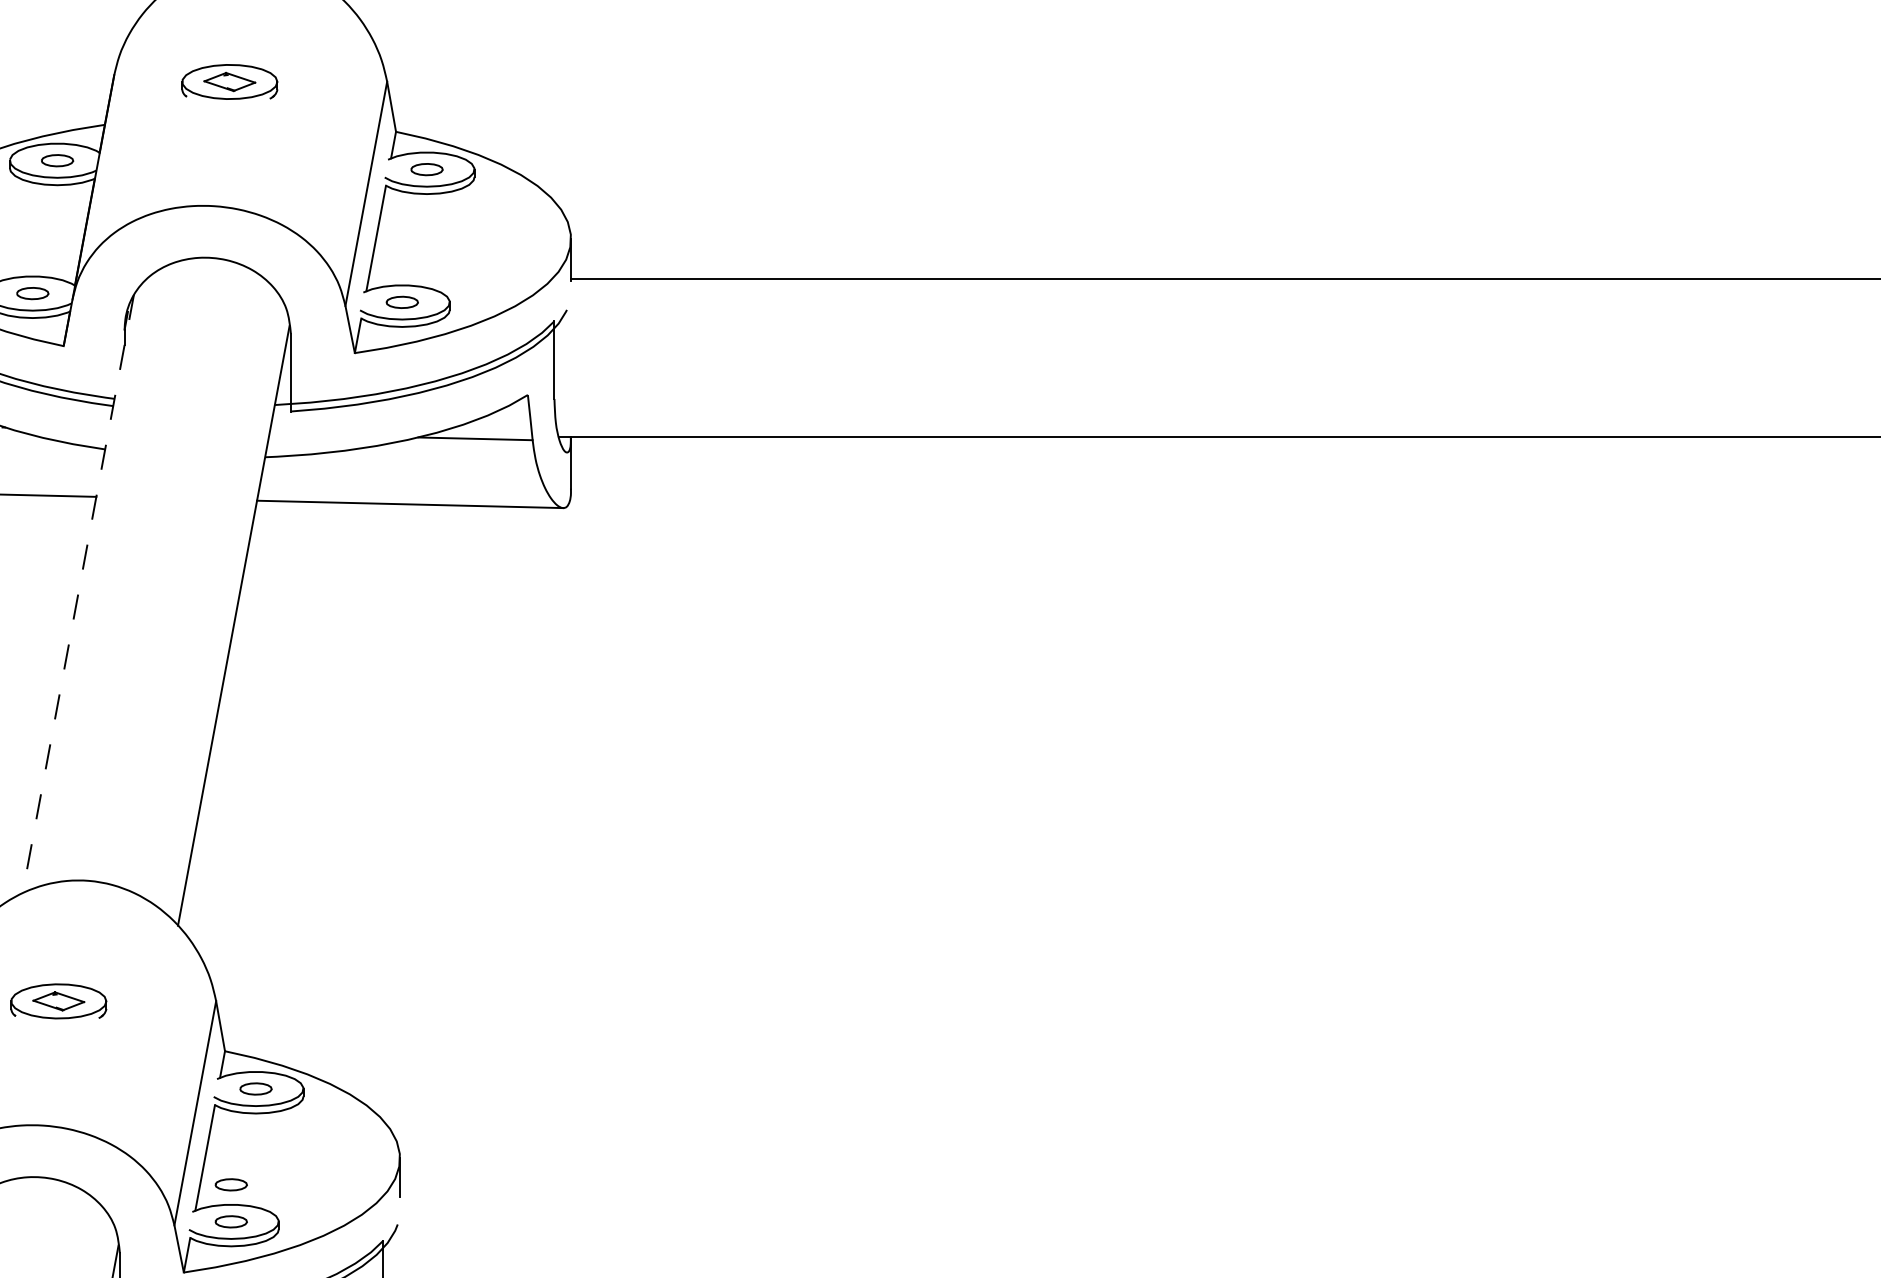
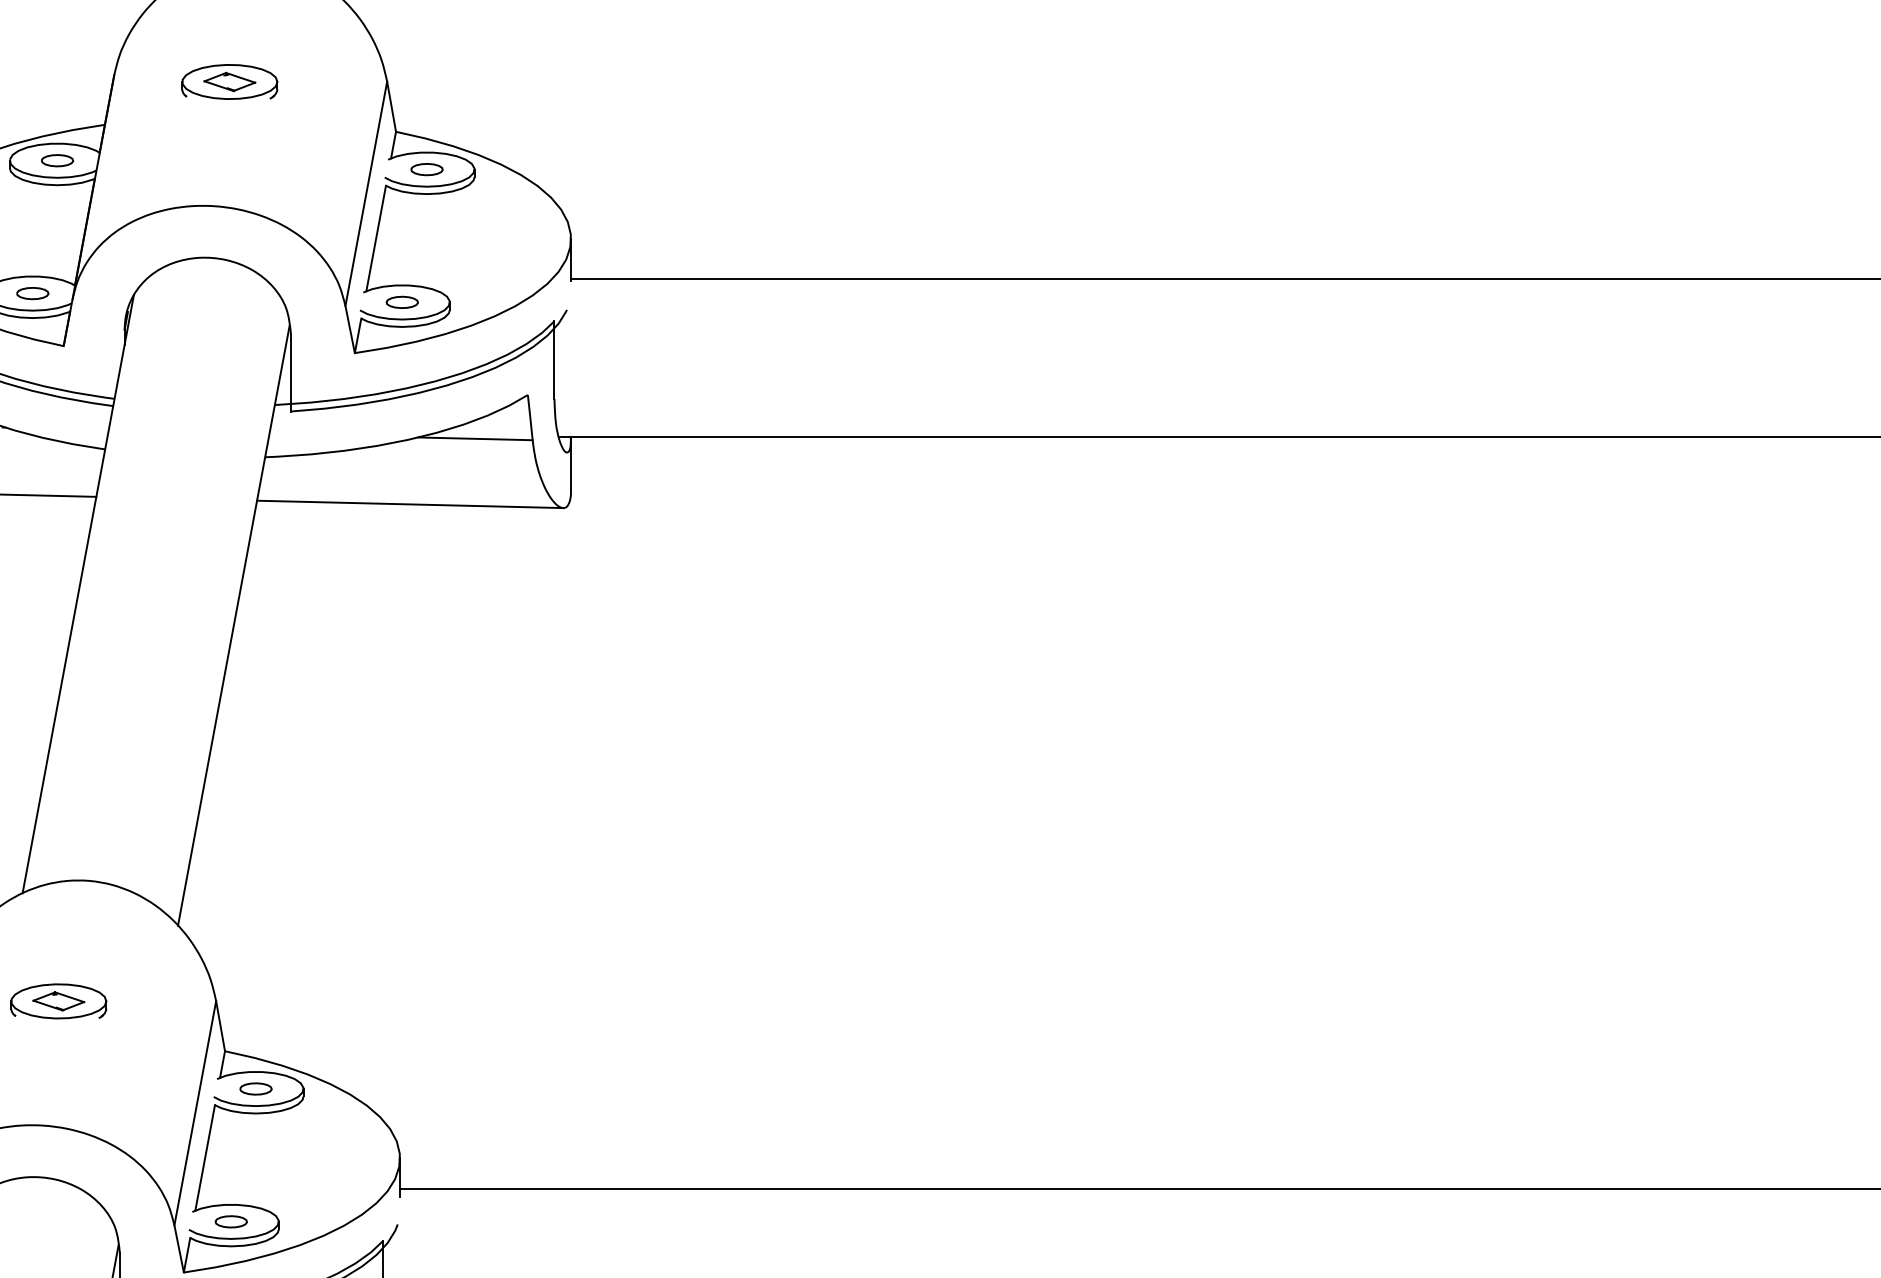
line at (78, 594): dashed -> solid
part at (230, 1184): present -> none
line at (1138, 1188): none -> present
